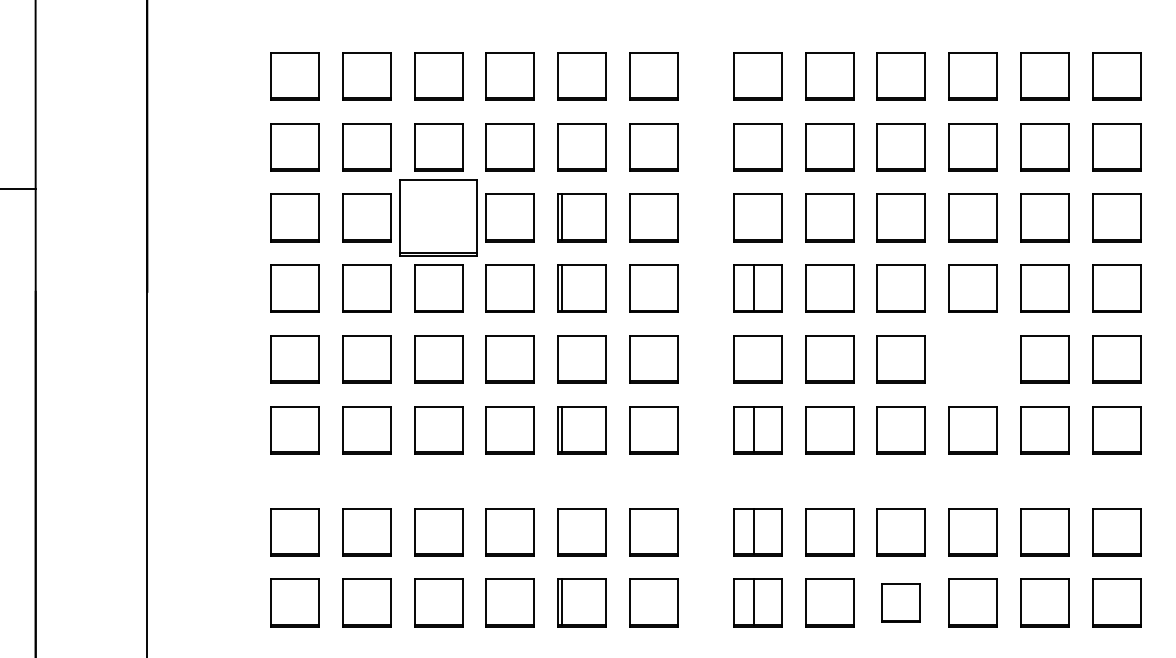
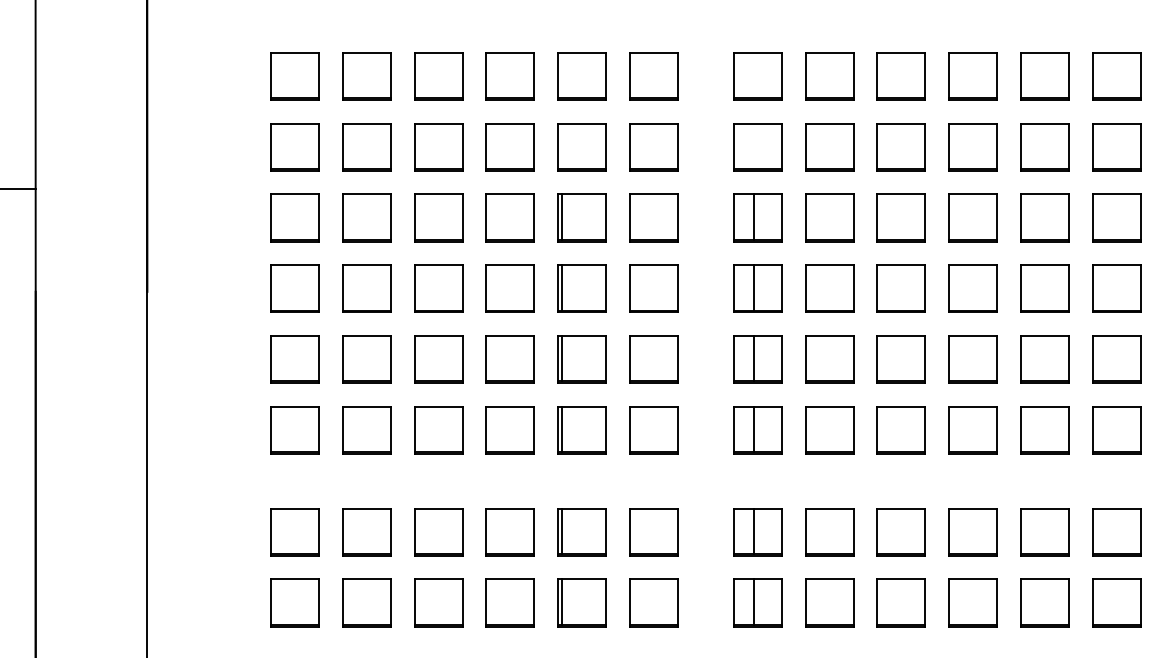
line at (753, 216): none -> present
part at (438, 217) size: 79x78 px -> 50x50 px
line at (562, 358): none -> present
line at (753, 358): none -> present
part at (972, 359): none -> present
line at (562, 531): none -> present
part at (900, 602) size: 40x40 px -> 50x50 px
